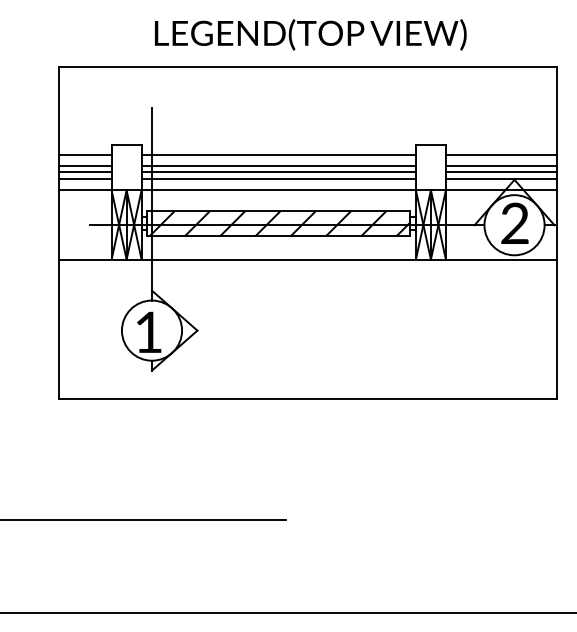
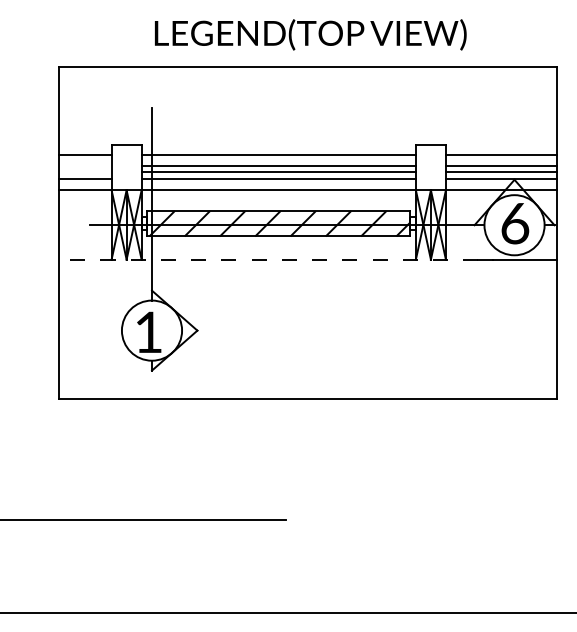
line at (84, 165): present -> none
line at (84, 172): present -> none
text at (515, 223): 2 -> 6
line at (268, 259): solid -> dashed
